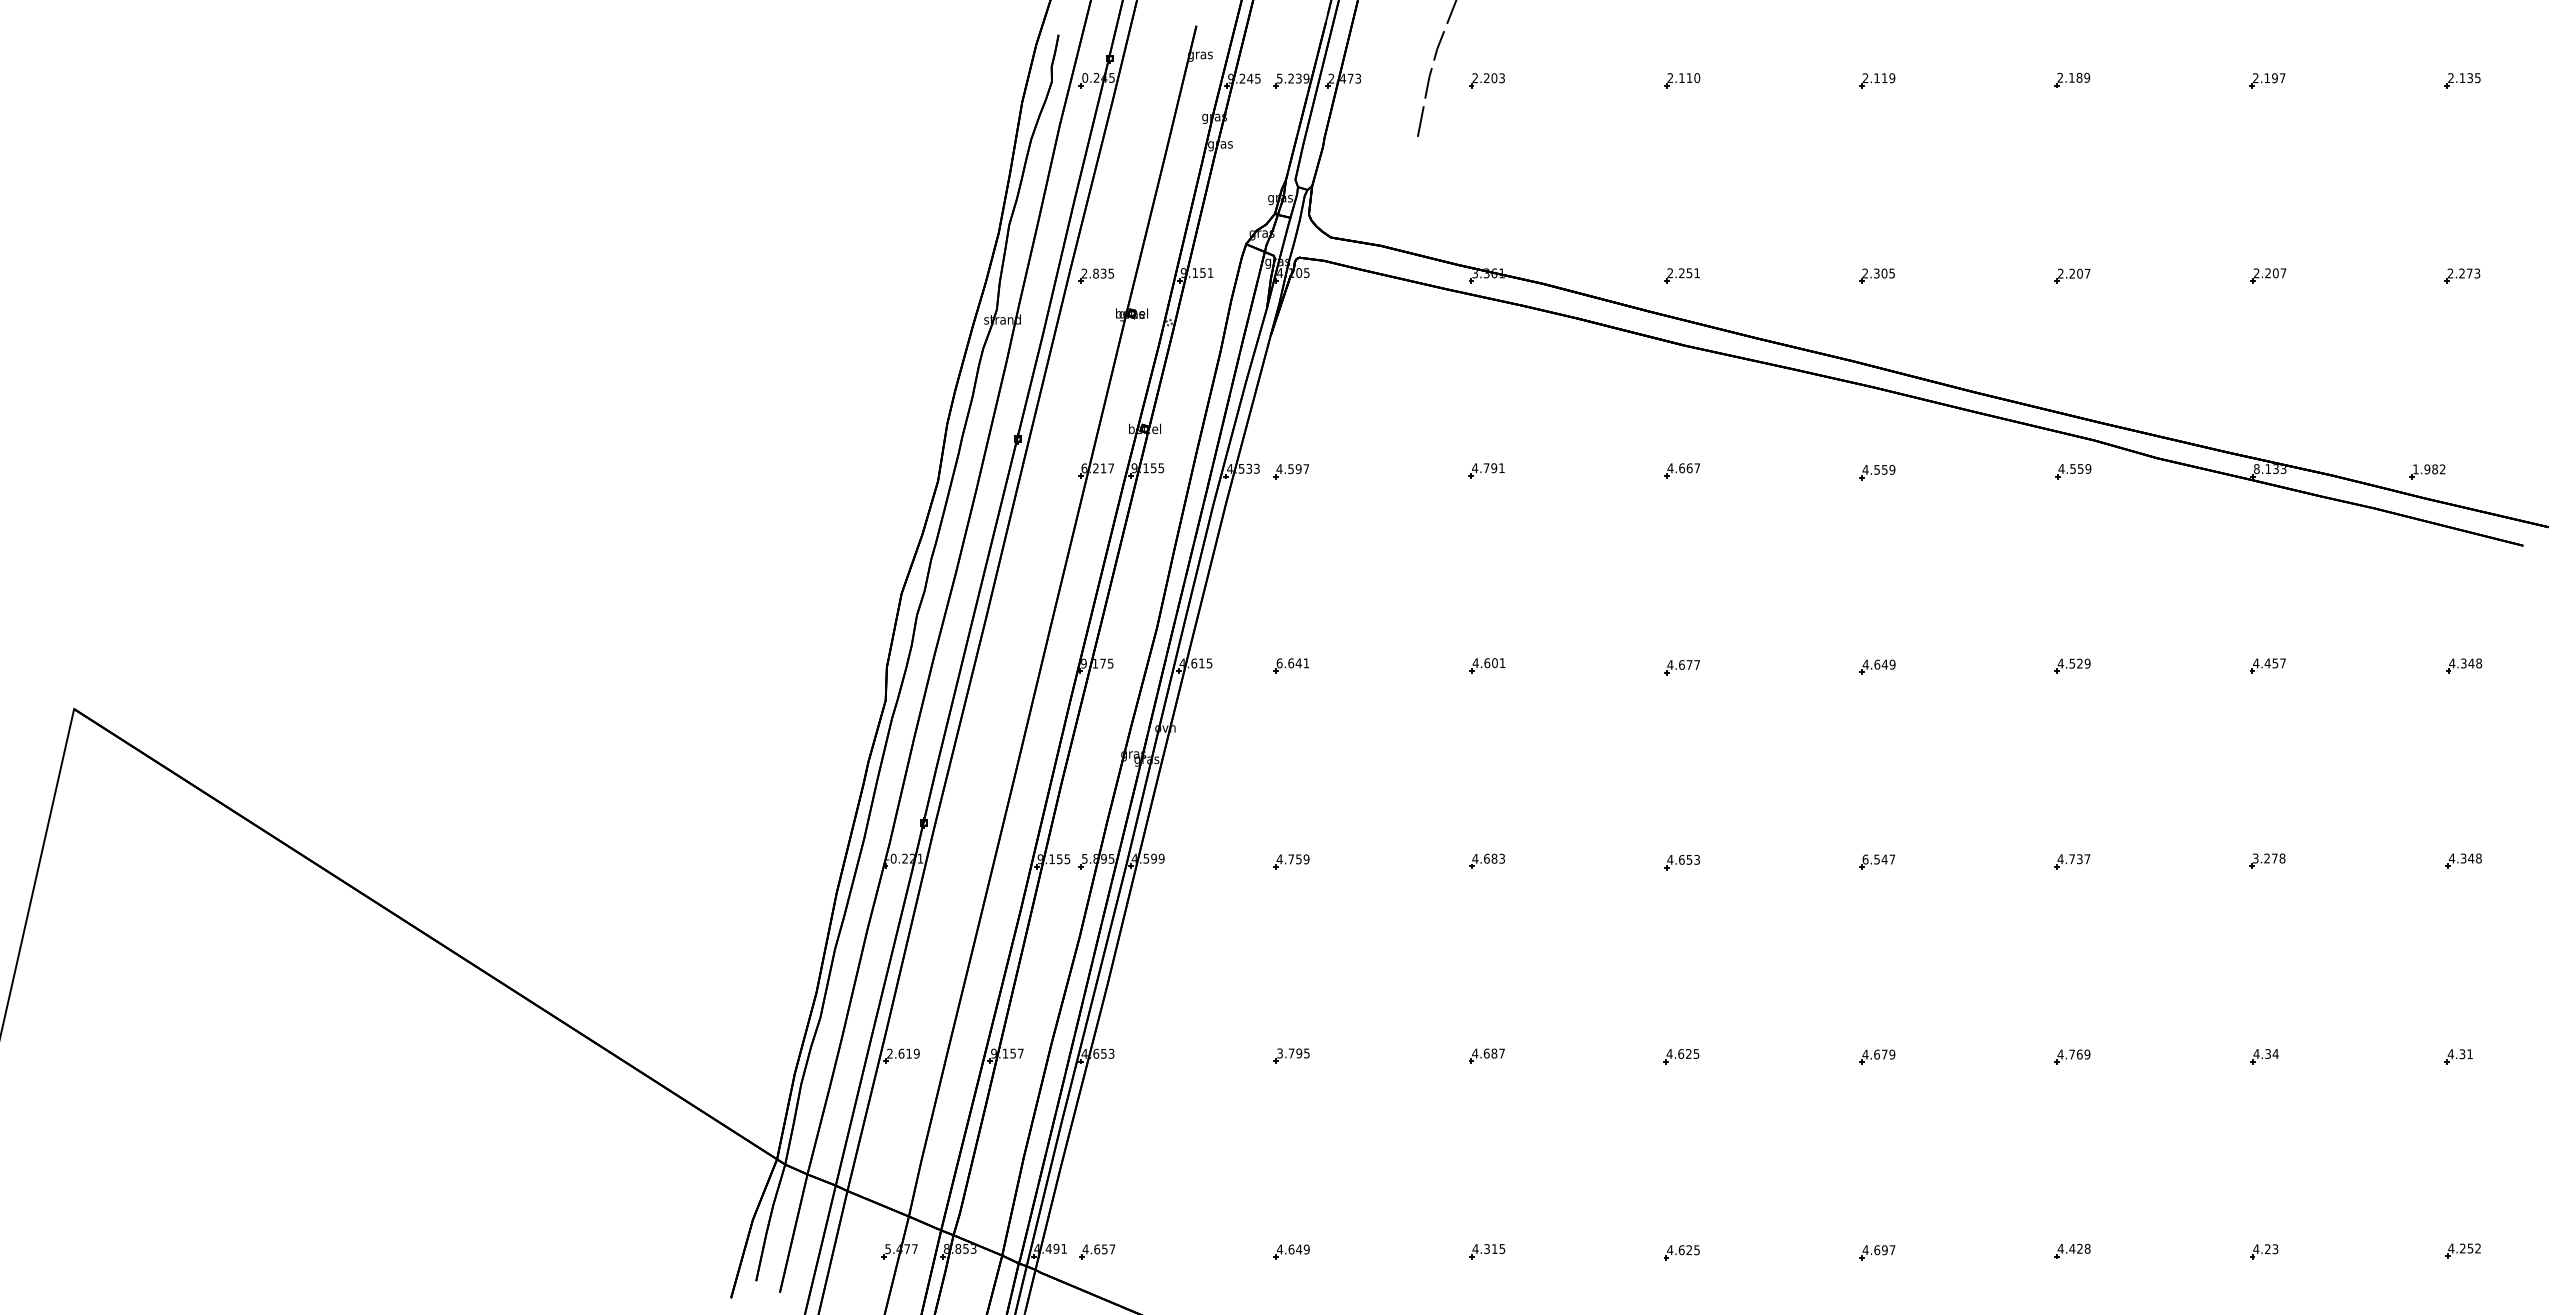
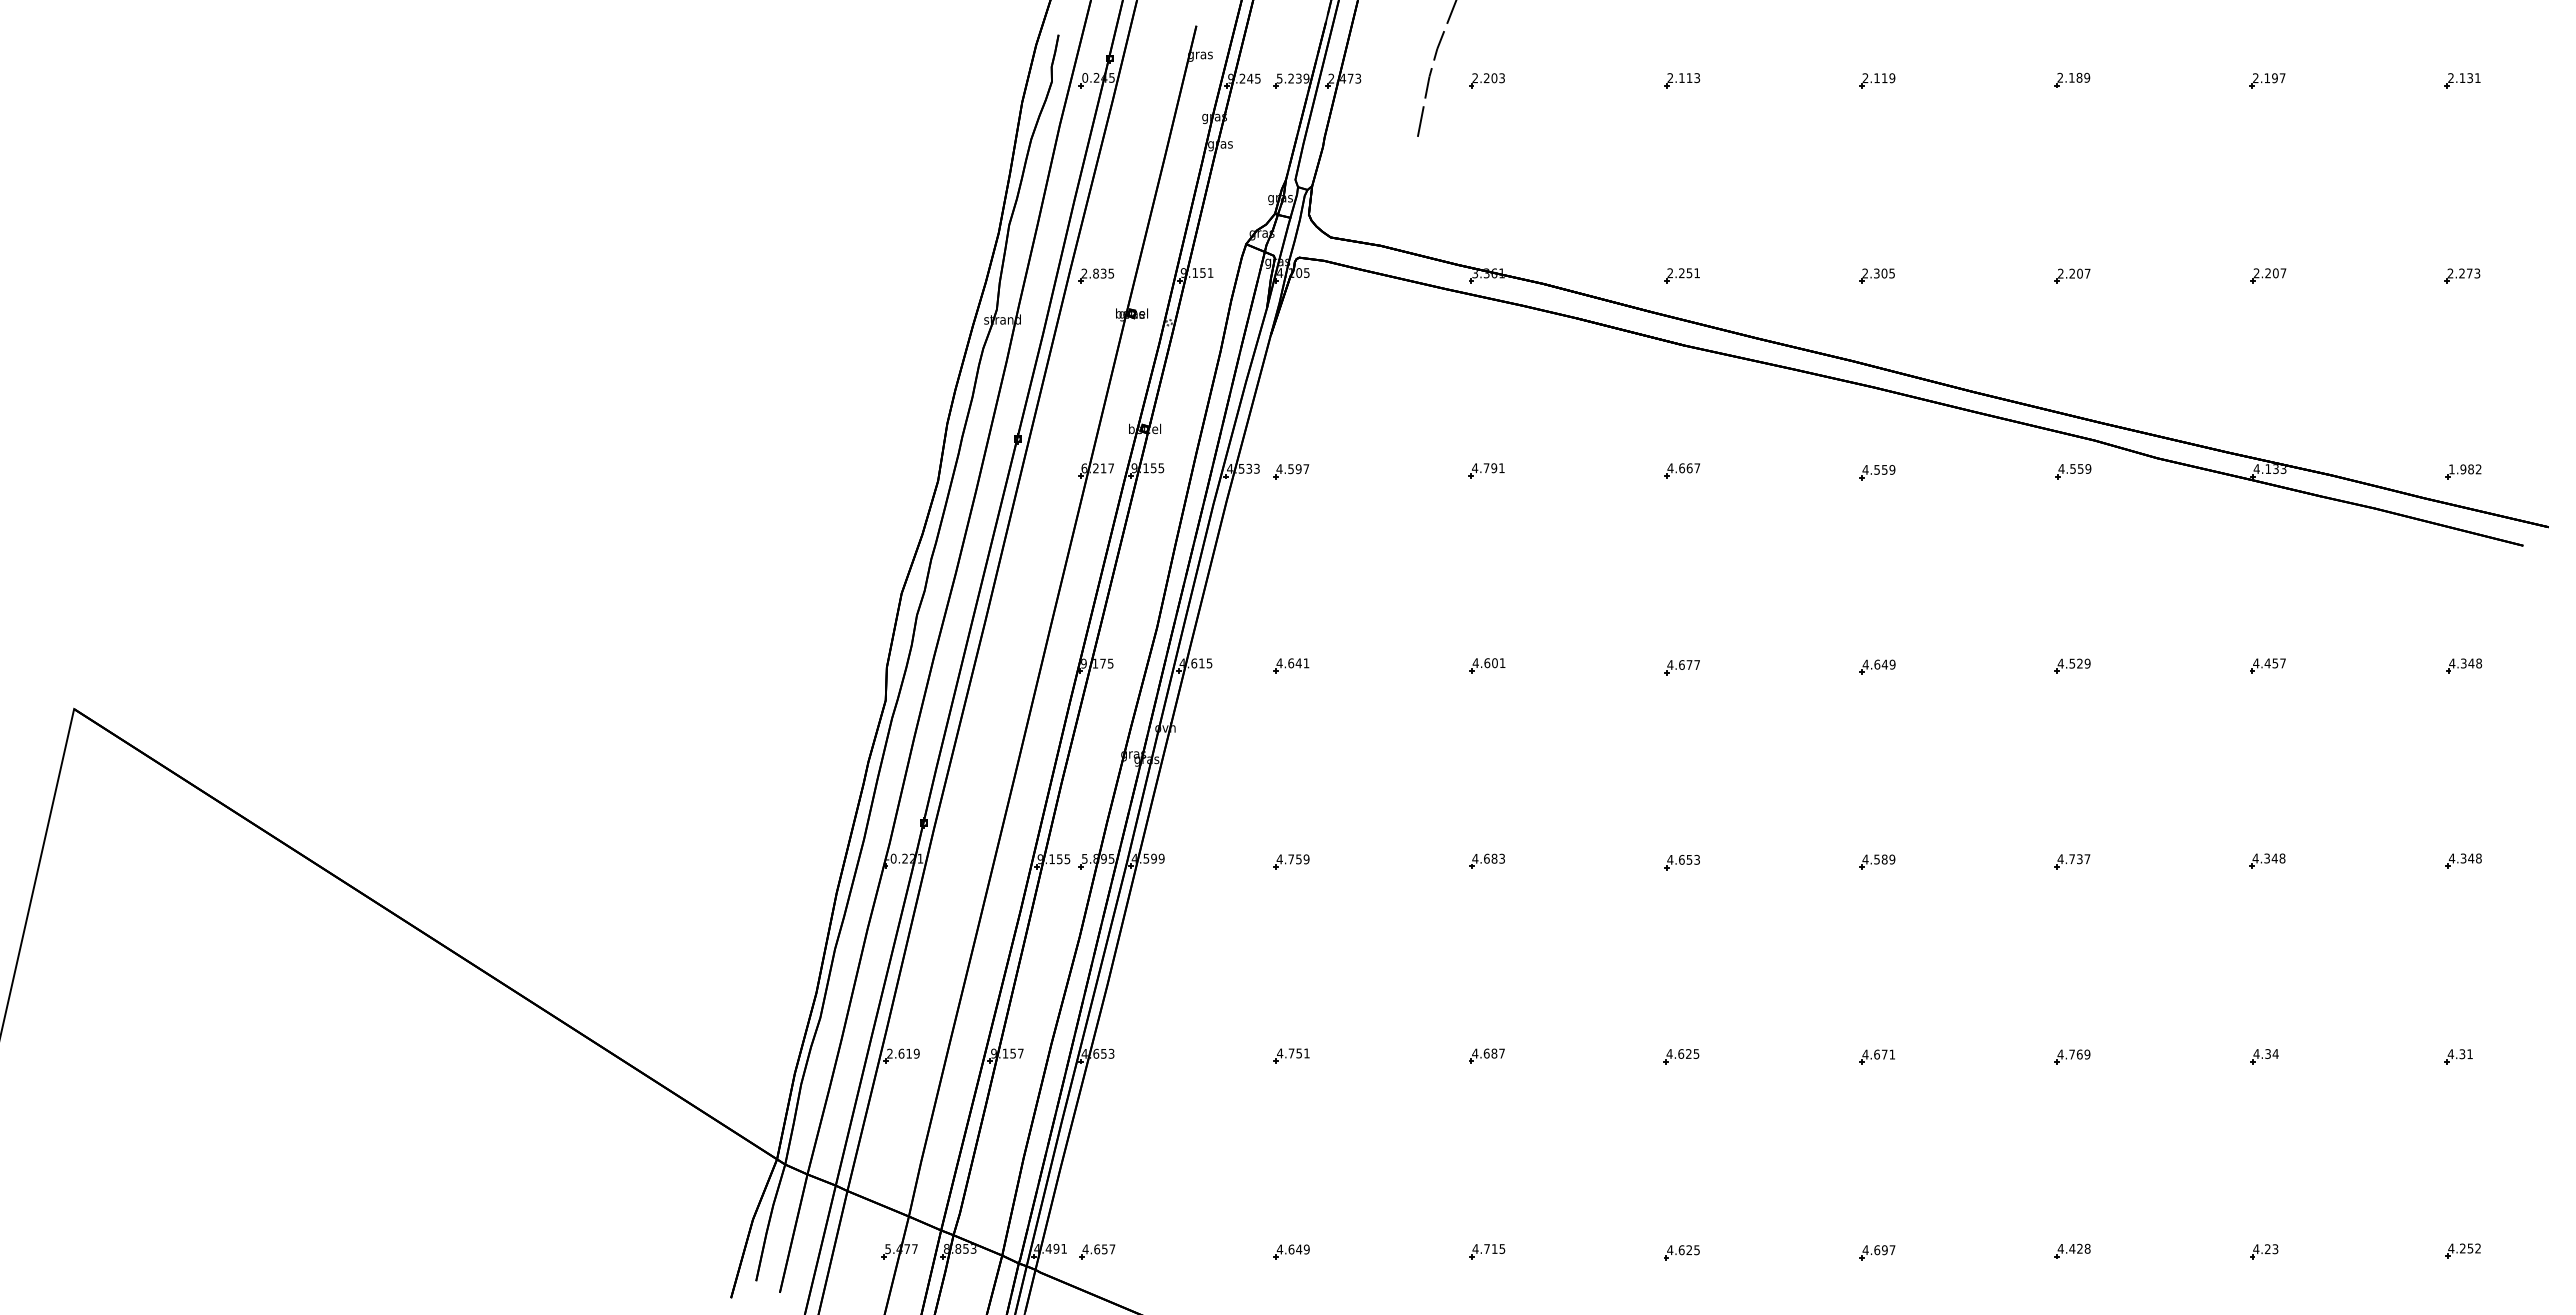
text at (1697, 77): 2.110 -> 2.113
text at (2477, 78): 2.135 -> 2.131
text at (2256, 468): 8.133 -> 4.133
part at (2427, 471) position: (2427, 471) -> (2463, 471)
text at (1279, 663): 6.641 -> 4.641
text at (2264, 858): 3.278 -> 4.348
text at (1878, 859): 6.547 -> 4.589
text at (1293, 1053): 3.795 -> 4.751
text at (1892, 1054): 4.679 -> 4.671
text at (1486, 1248): 4.315 -> 4.715
